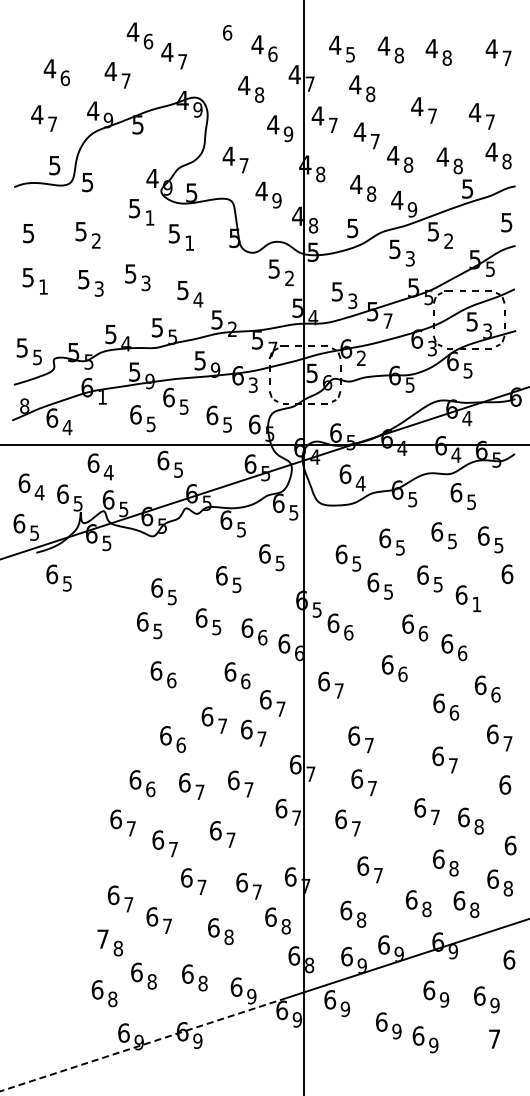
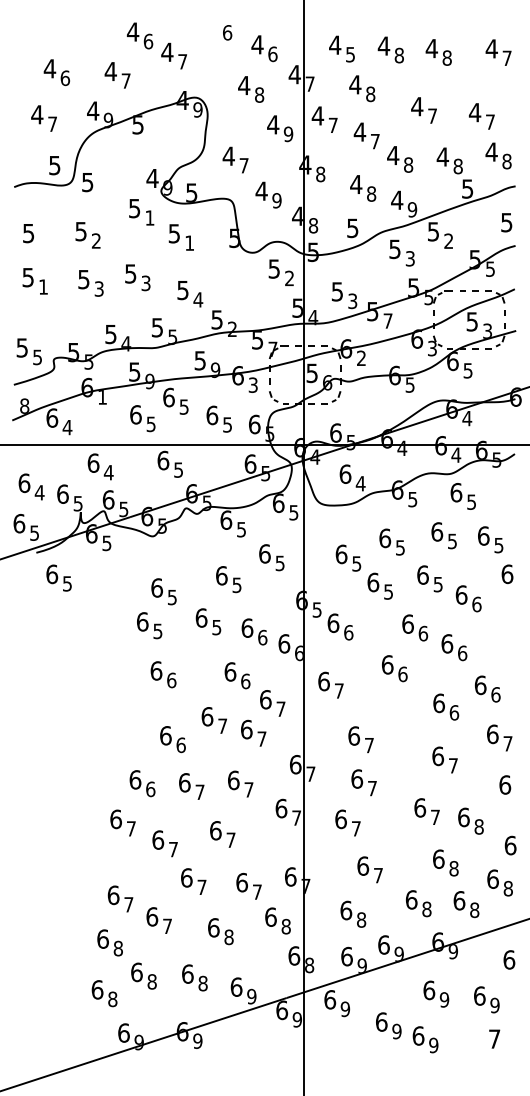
text at (476, 604): 1 -> 6
text at (102, 938): 7 -> 6
line at (143, 1044): dashed -> solid
